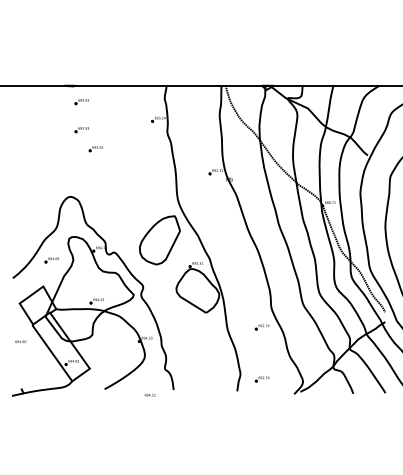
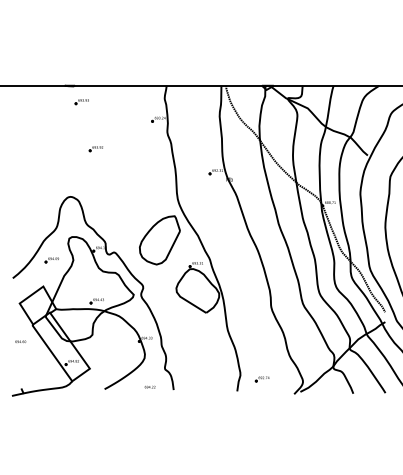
part at (81, 130): present -> none
part at (261, 327): present -> none
text at (149, 394) position: (149, 394) -> (149, 386)
